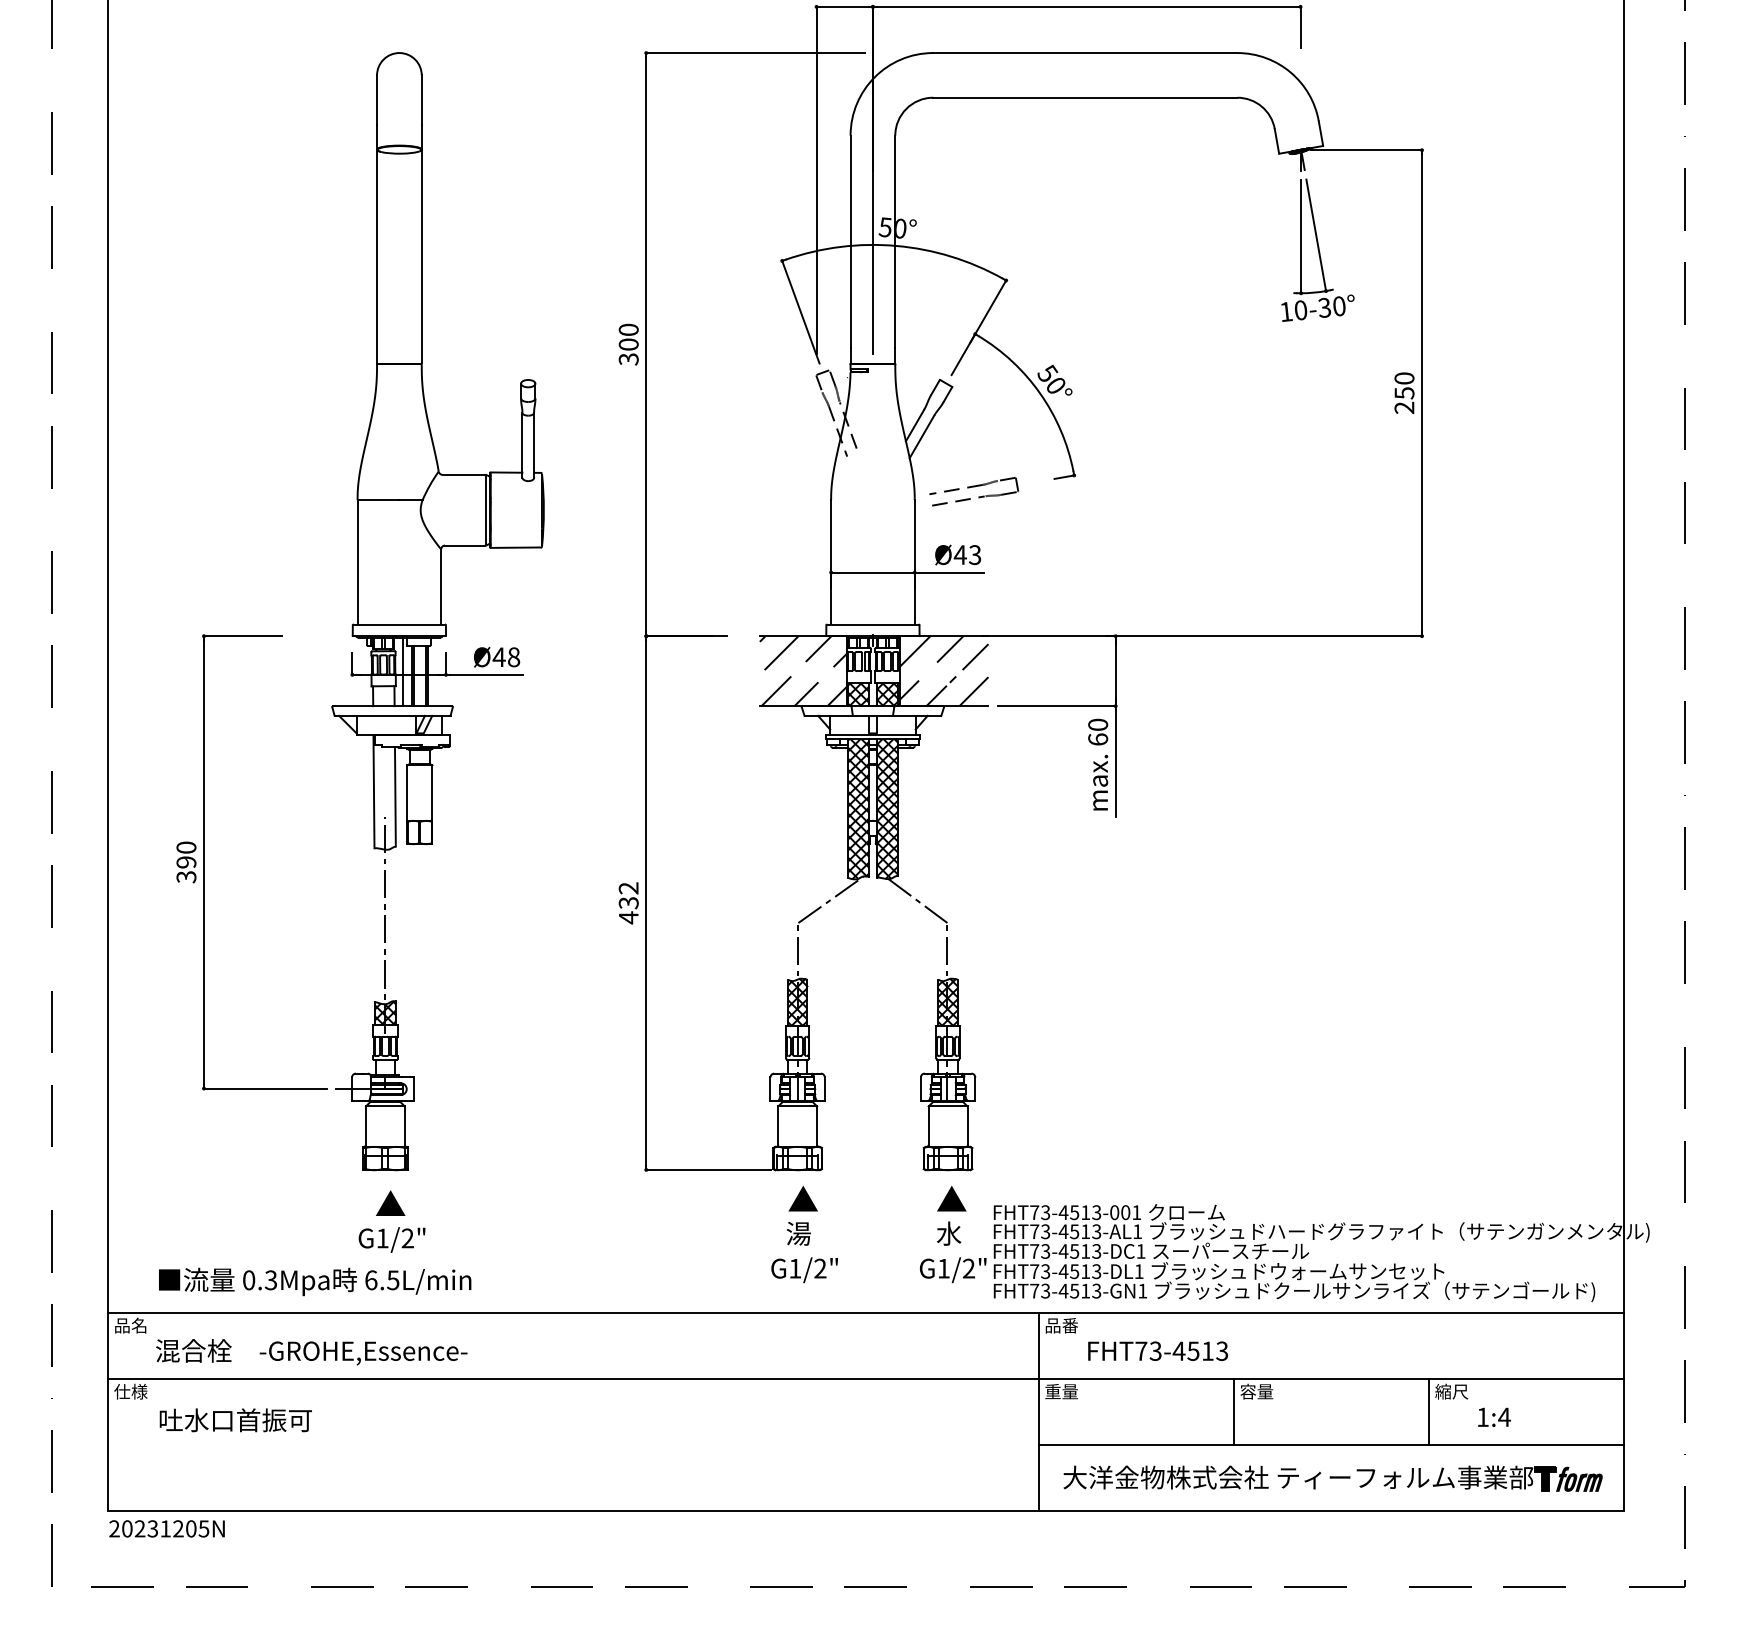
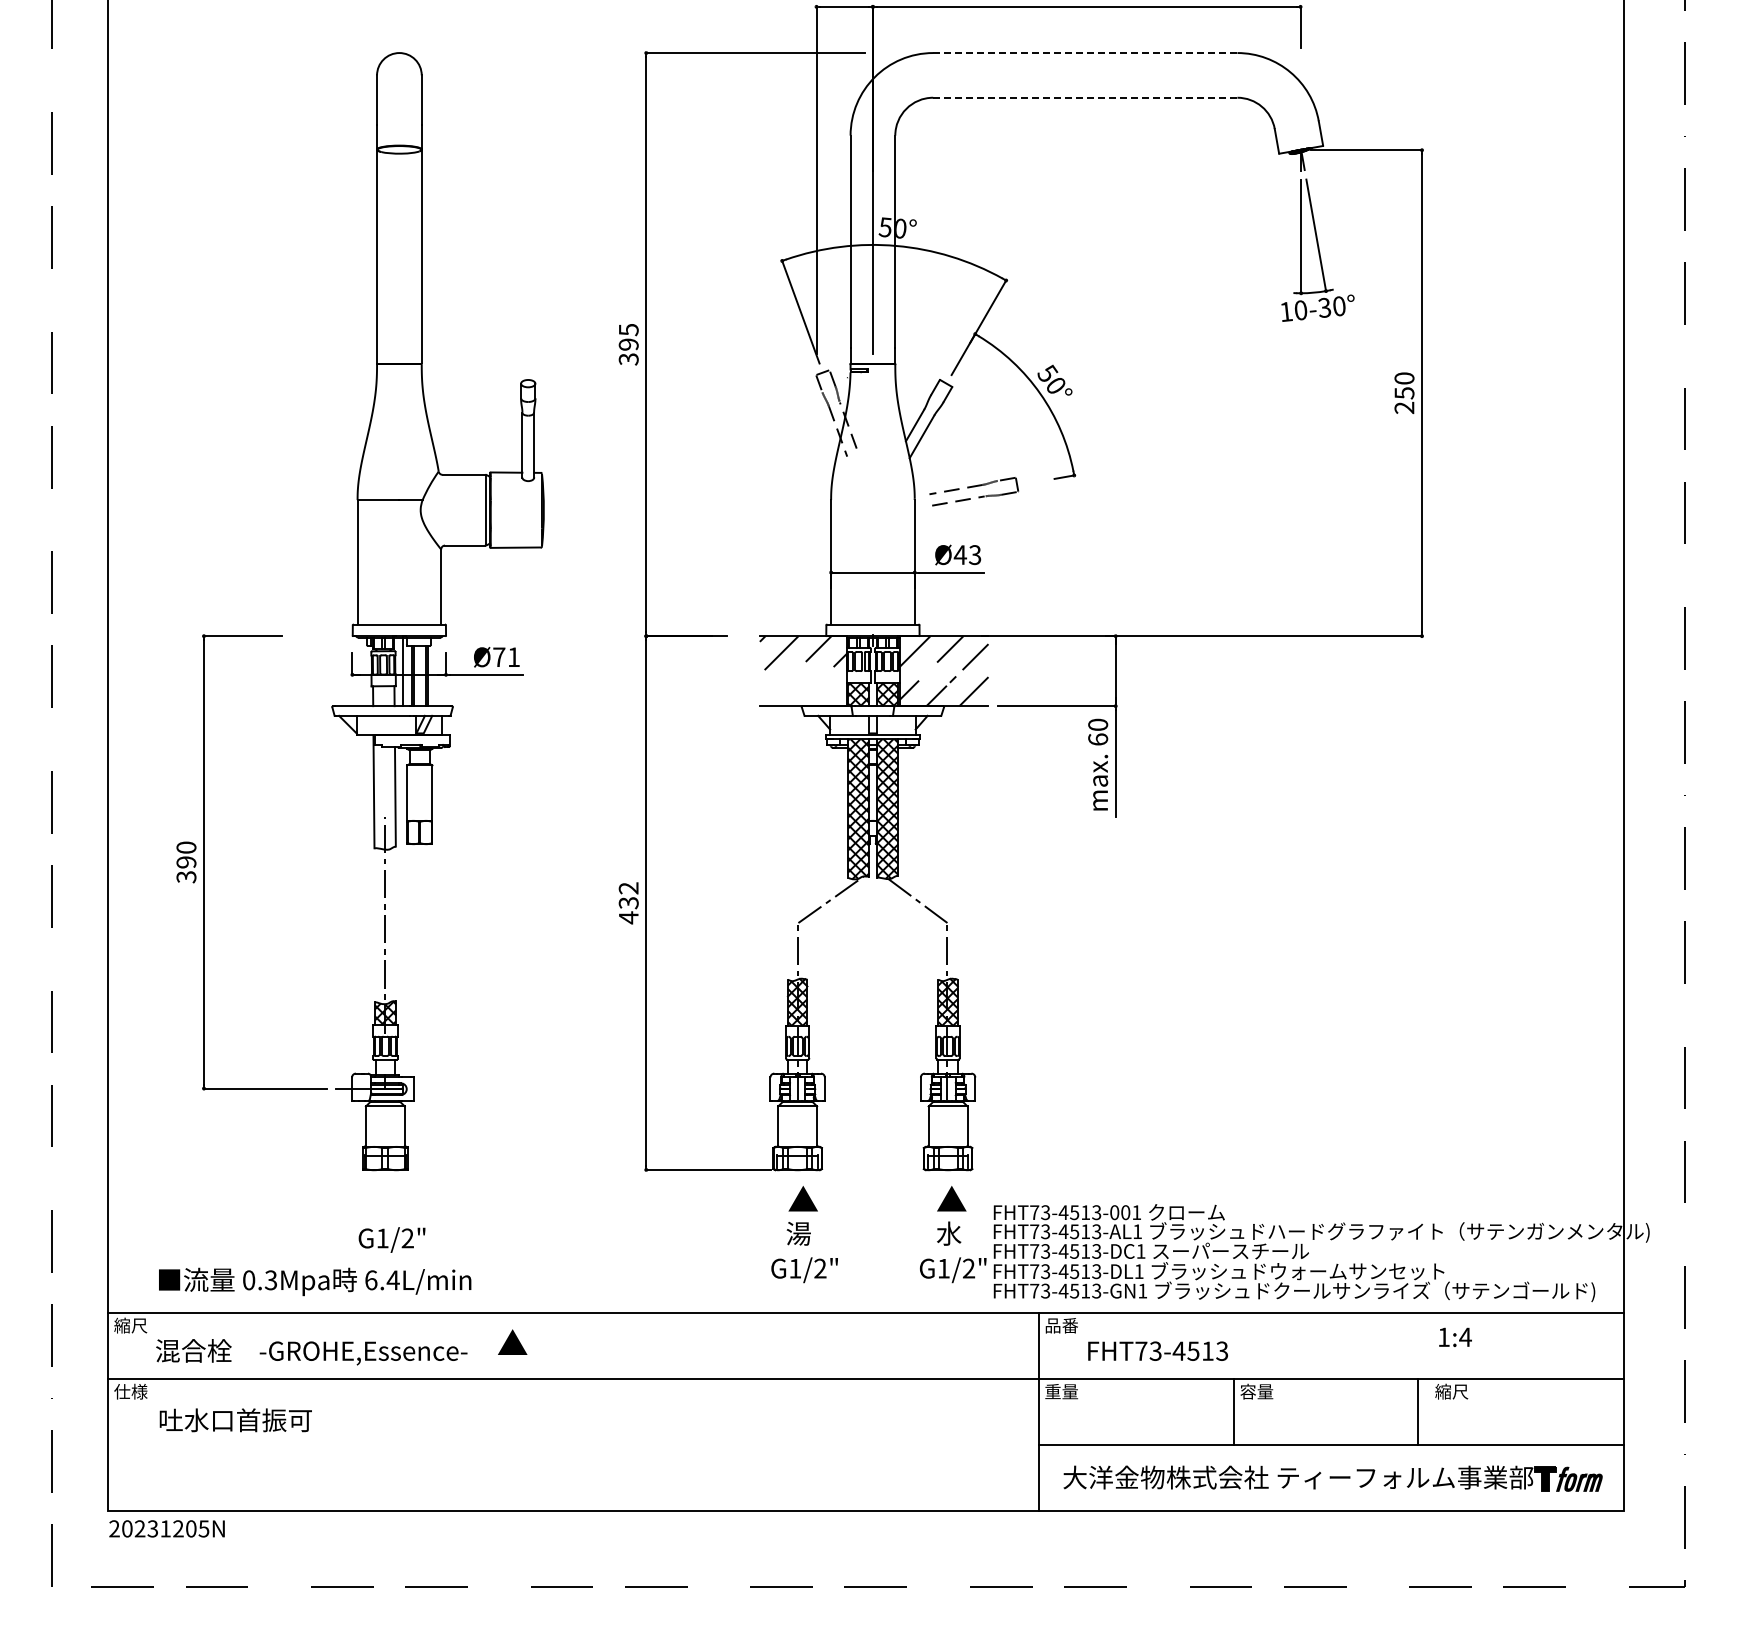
line at (1084, 53): solid -> dashed
line at (1085, 97): solid -> dashed
text at (628, 336): 300 -> 395
text at (506, 657): Ø48 -> Ø71
hatch at (803, 691): present -> none
text at (390, 1202) position: (390, 1202) -> (512, 1341)
text at (392, 1280): 6.5L/min -> 6.4L/min
text at (130, 1325): 品名 -> 縮尺
line at (1429, 1412) position: (1429, 1412) -> (1418, 1412)
text at (1494, 1416) position: (1494, 1416) -> (1455, 1336)
